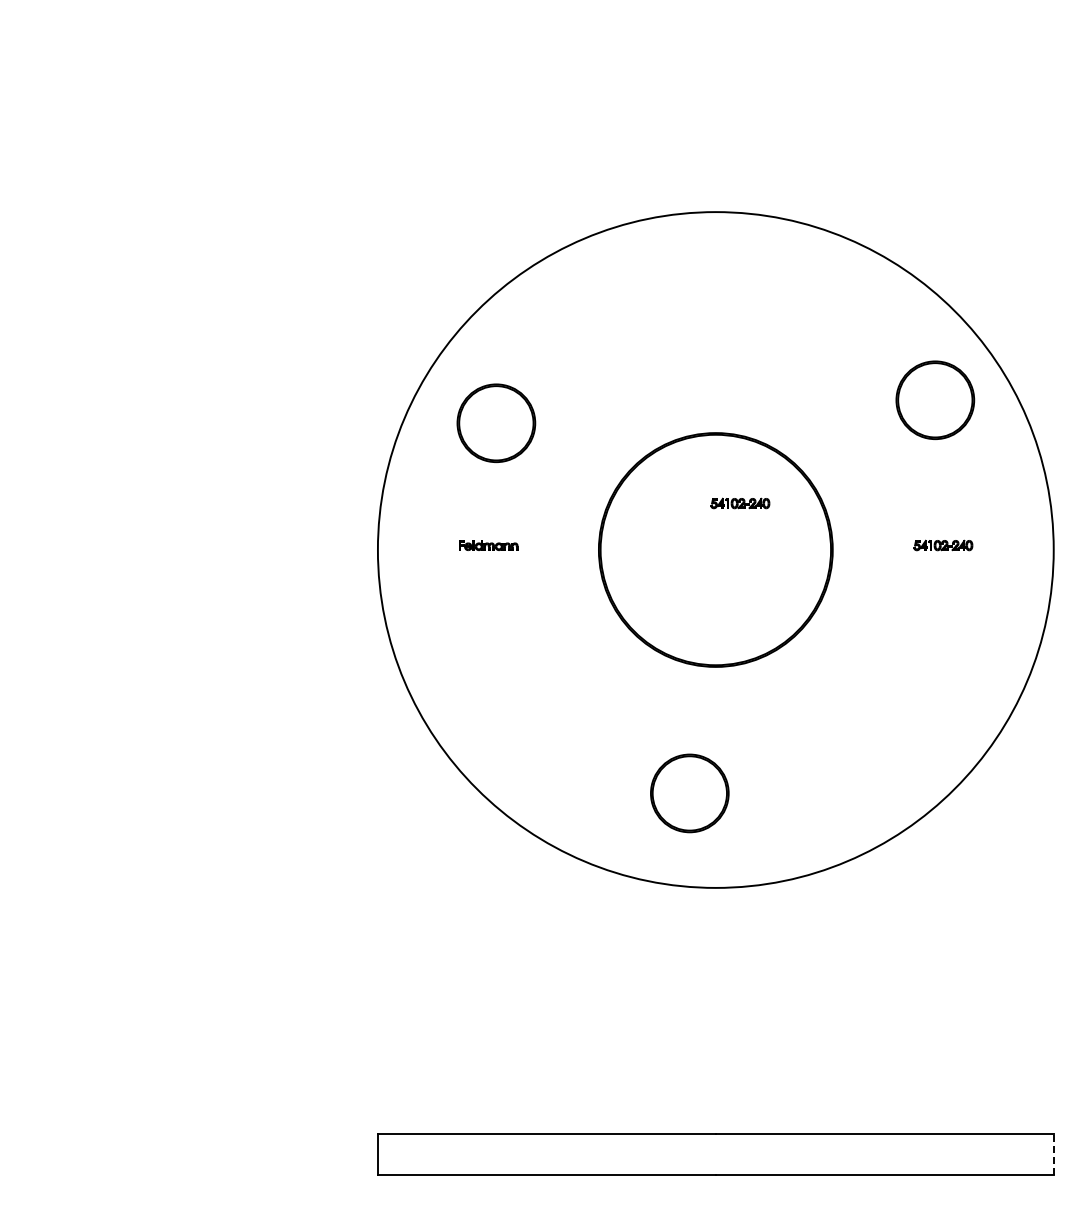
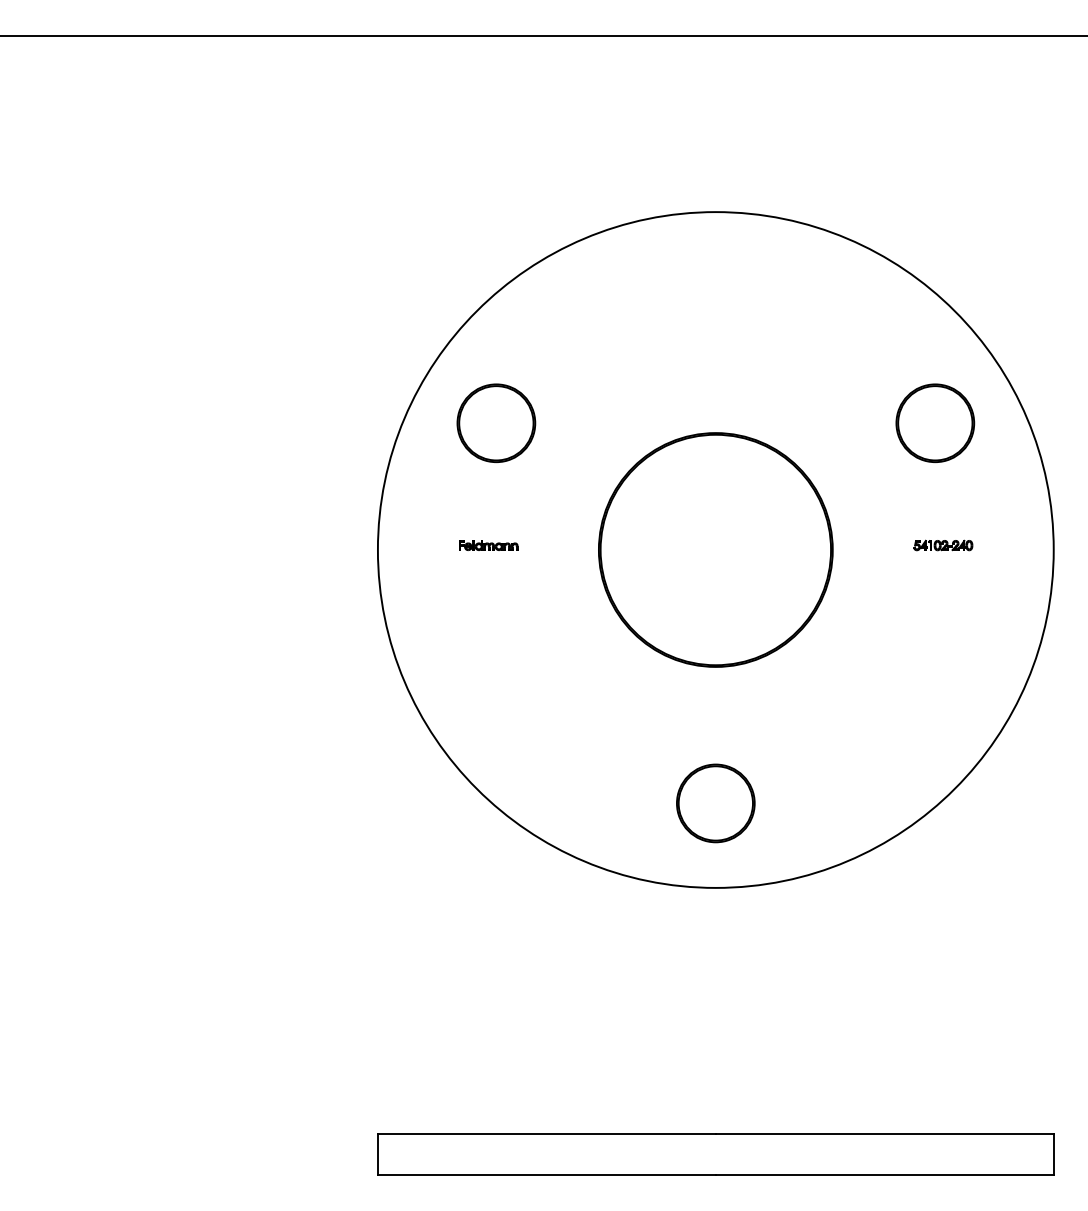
line at (543, 36): none -> present
part at (935, 399) position: (935, 399) -> (935, 422)
part at (740, 503): present -> none
part at (689, 793) position: (689, 793) -> (715, 803)
line at (1053, 1153): dashed -> solid
